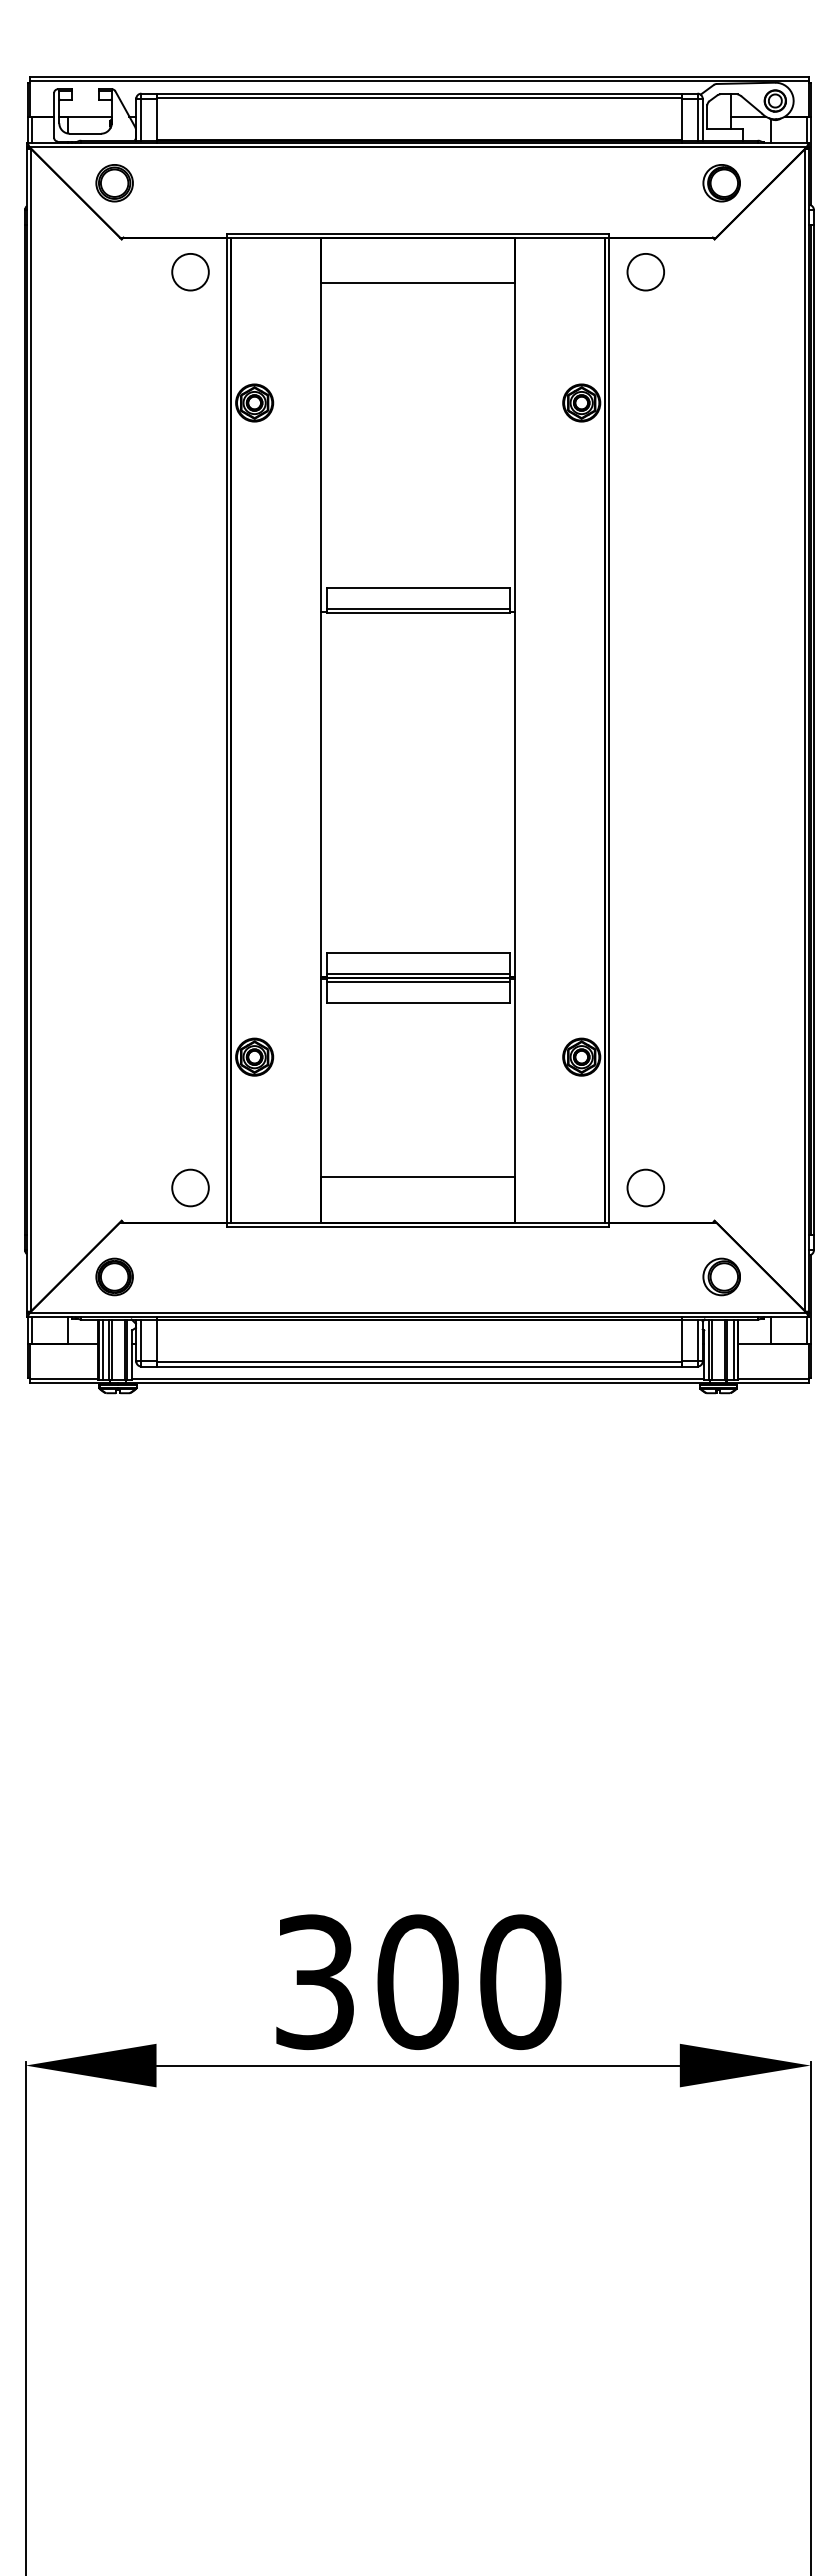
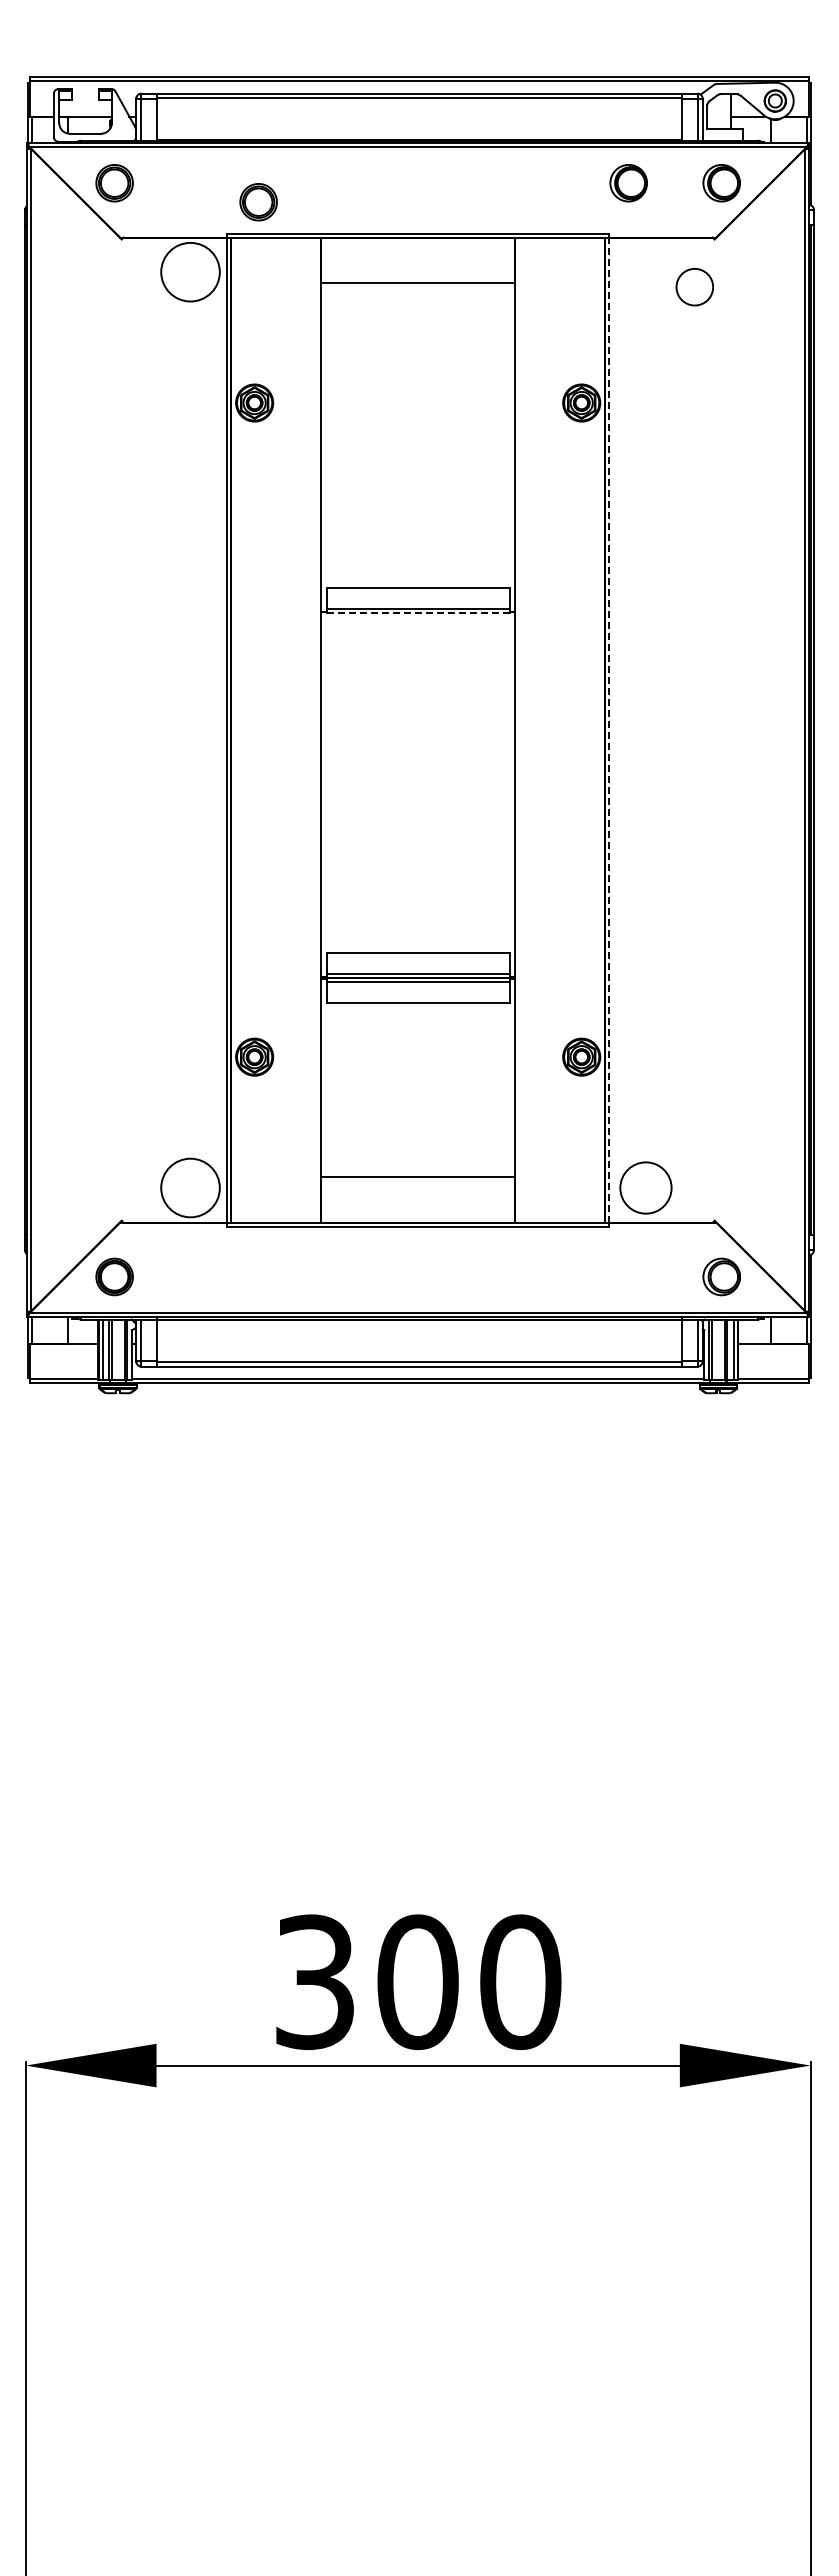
part at (628, 183): none -> present
part at (258, 202): none -> present
circle at (190, 271) diameter: 37 px -> 59 px
circle at (645, 272) position: (645, 272) -> (694, 287)
line at (418, 613): solid -> dashed
line at (609, 730): solid -> dashed
circle at (190, 1187) diameter: 37 px -> 59 px
circle at (645, 1187) size: 39x40 px -> 54x54 px
